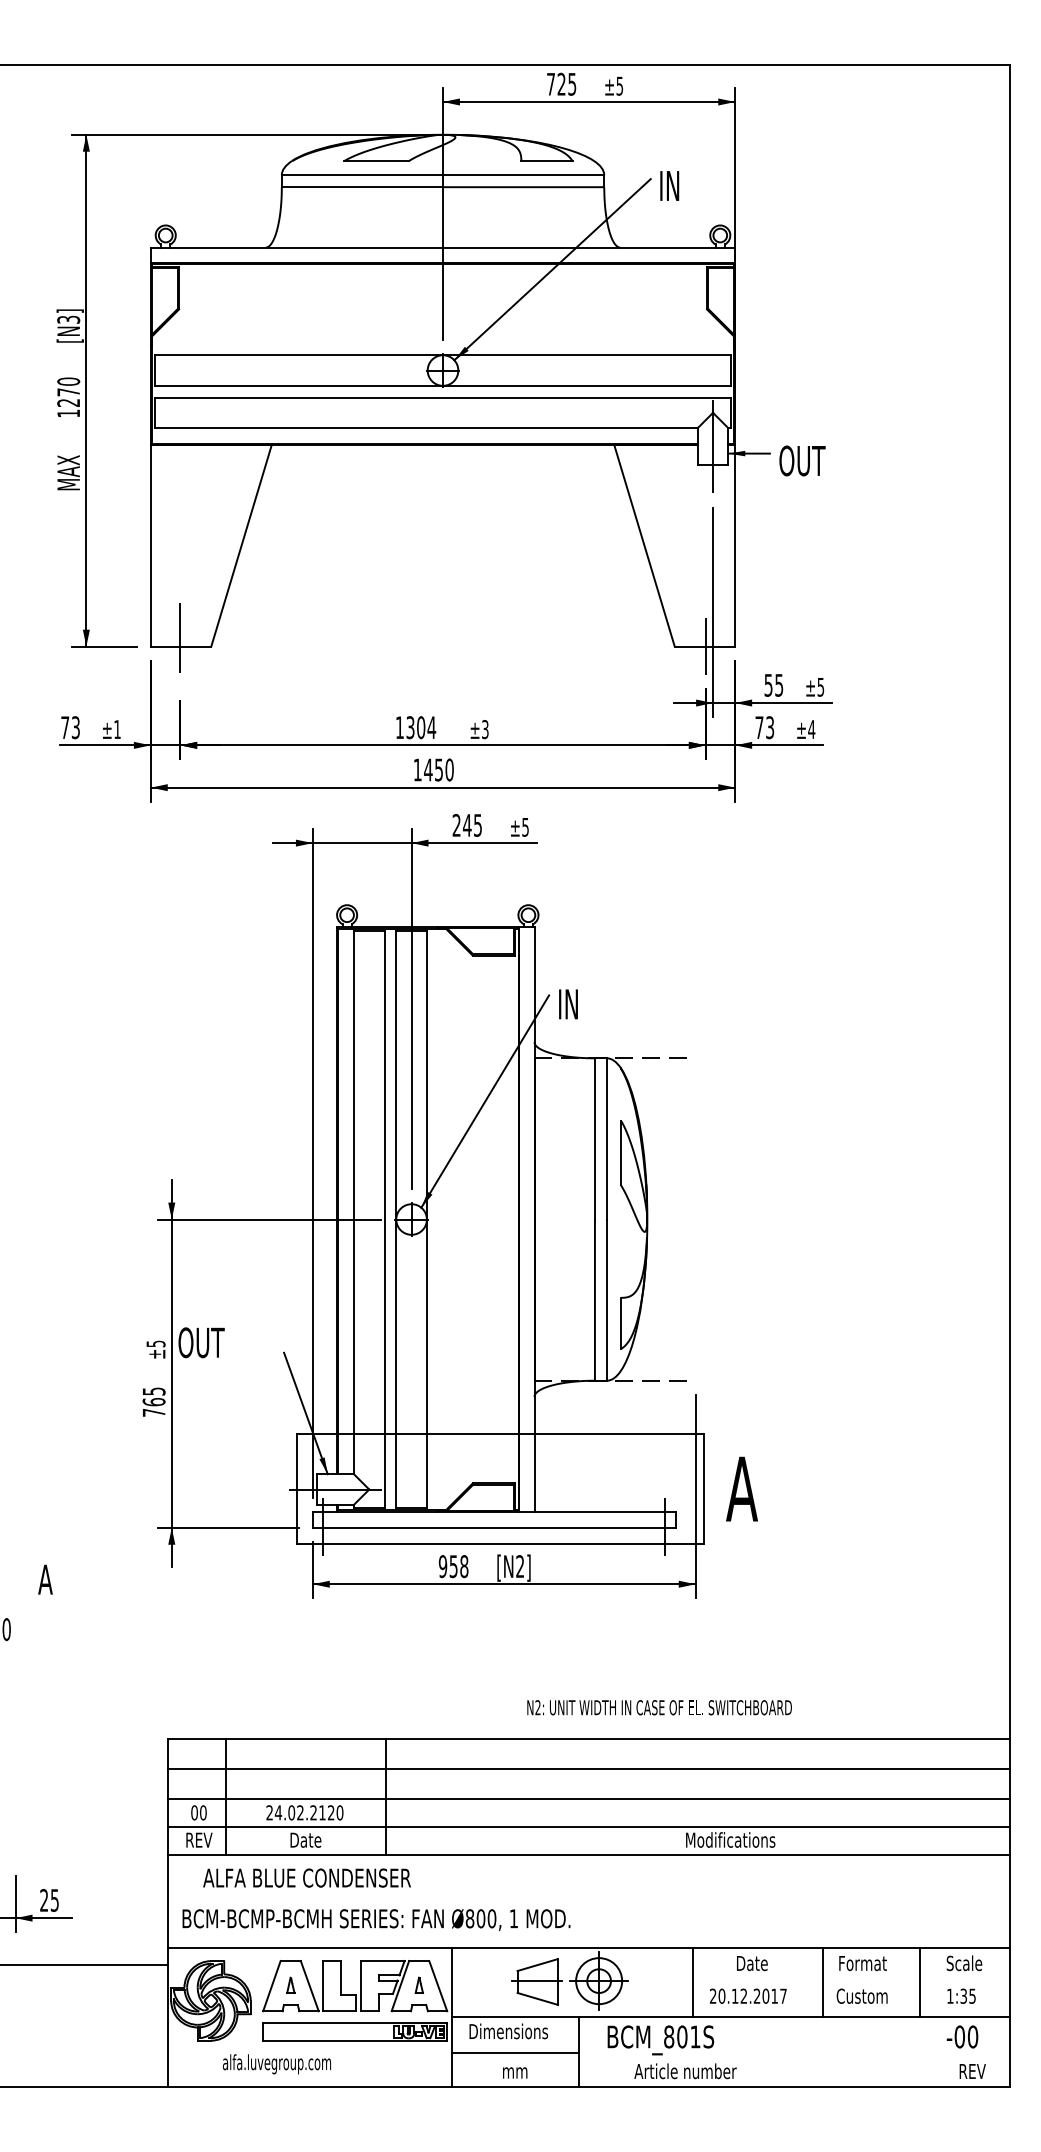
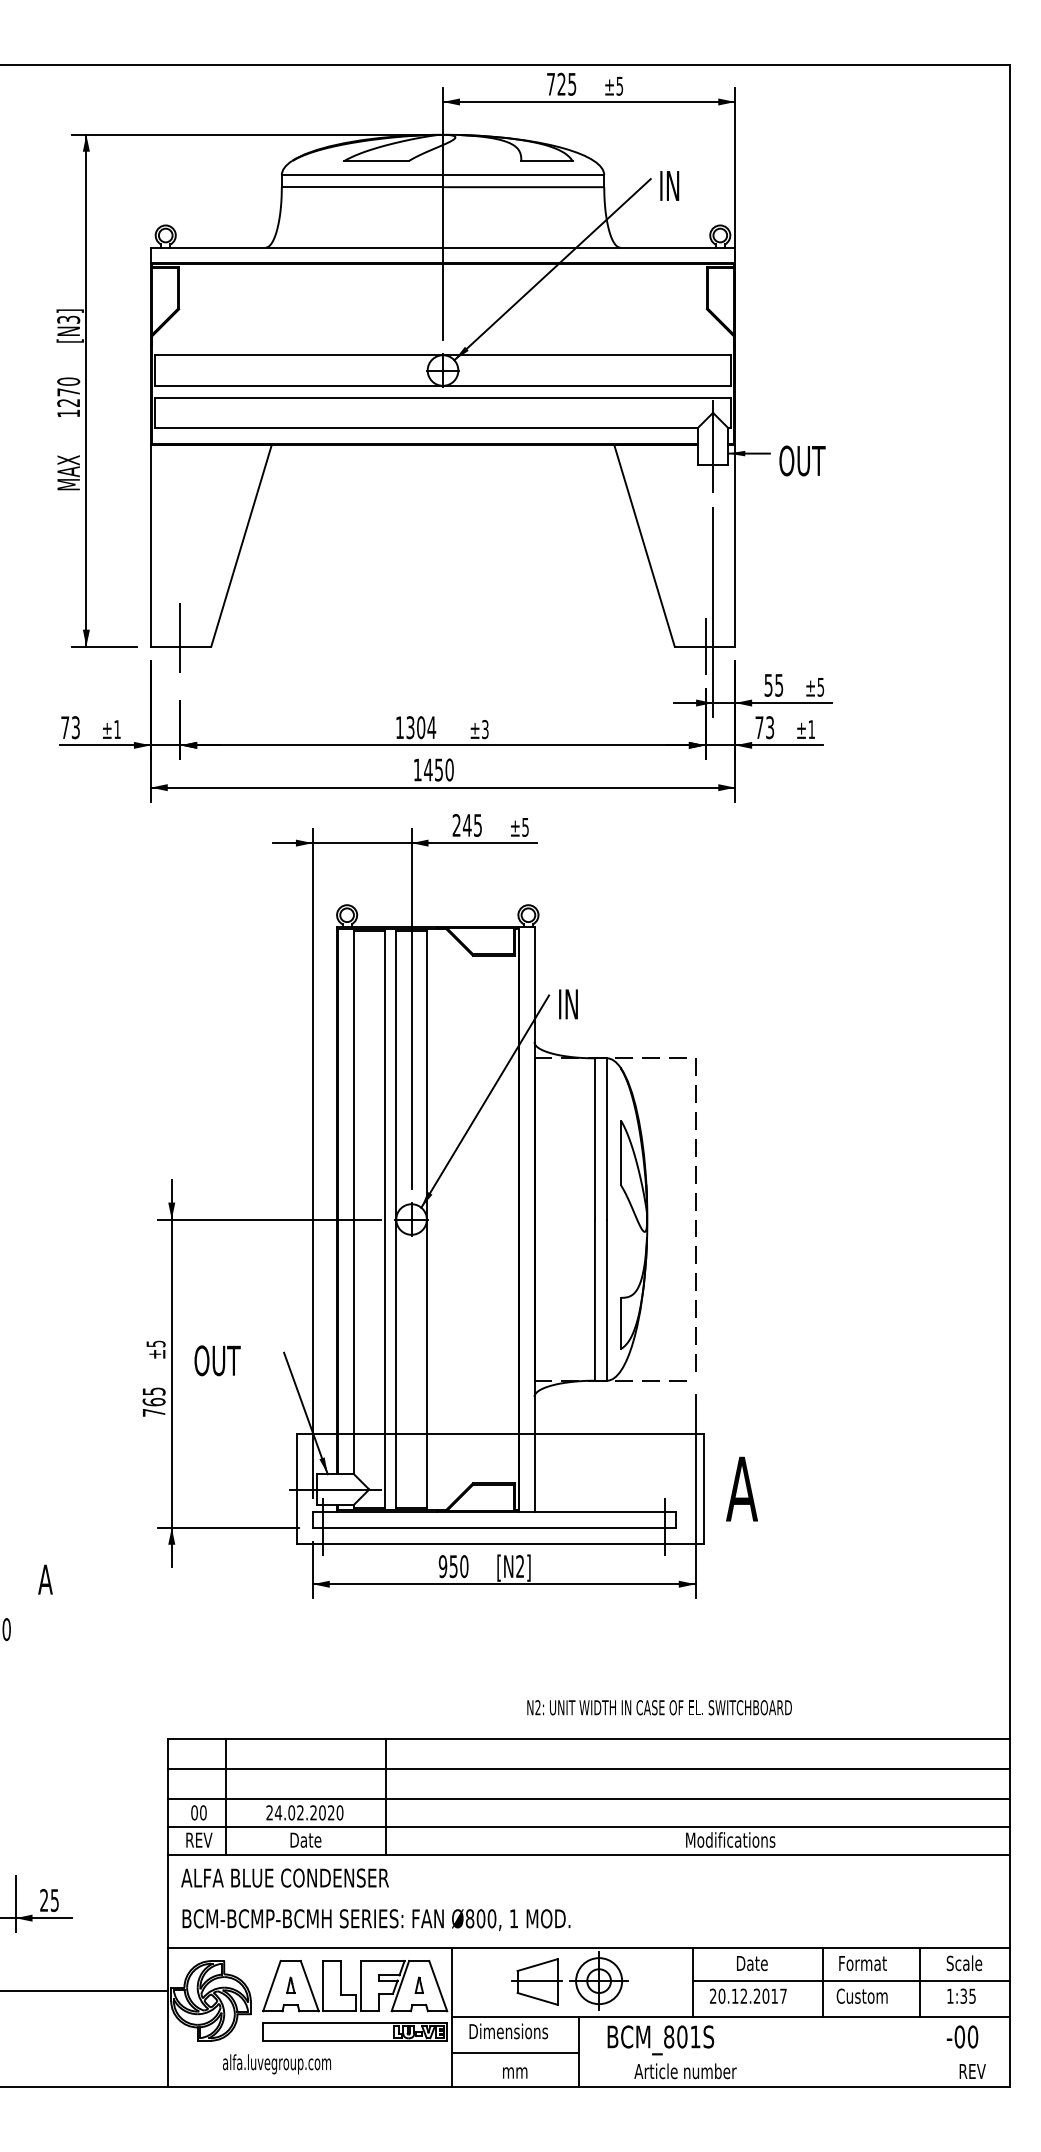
text at (811, 729): ±4 -> ±1
line at (695, 1210): none -> present
text at (201, 1342) position: (201, 1342) -> (217, 1360)
text at (464, 1566): 958 -> 950
text at (322, 1812): 24.02.2120 -> 24.02.2020
text at (306, 1877) position: (306, 1877) -> (284, 1877)
line at (84, 1964) position: (84, 1964) -> (84, 1990)
line at (851, 1981): none -> present
